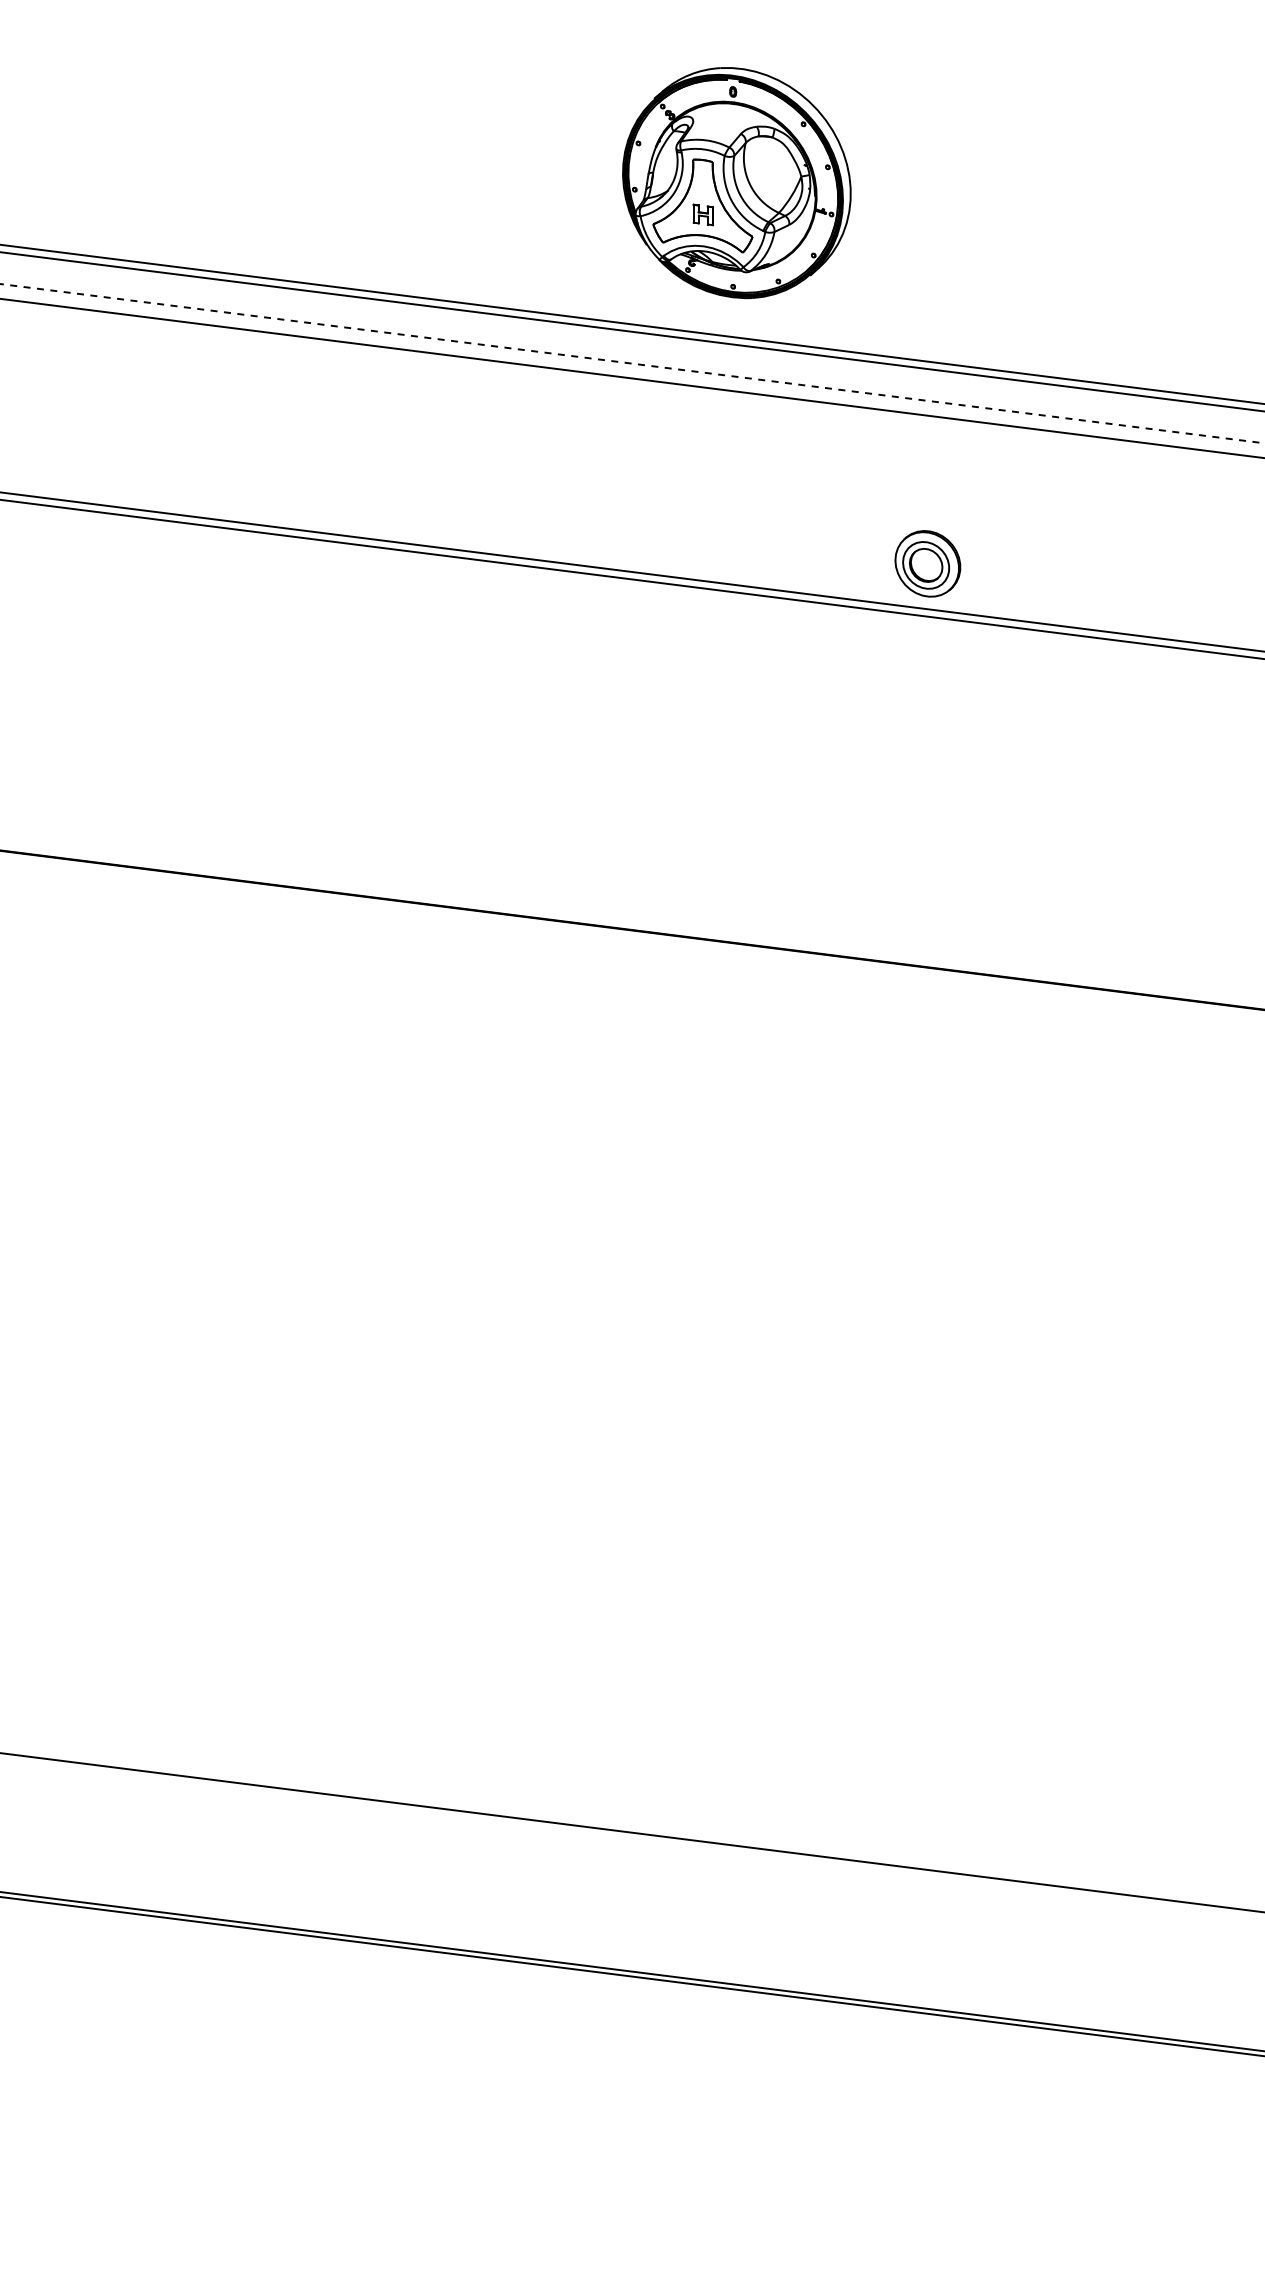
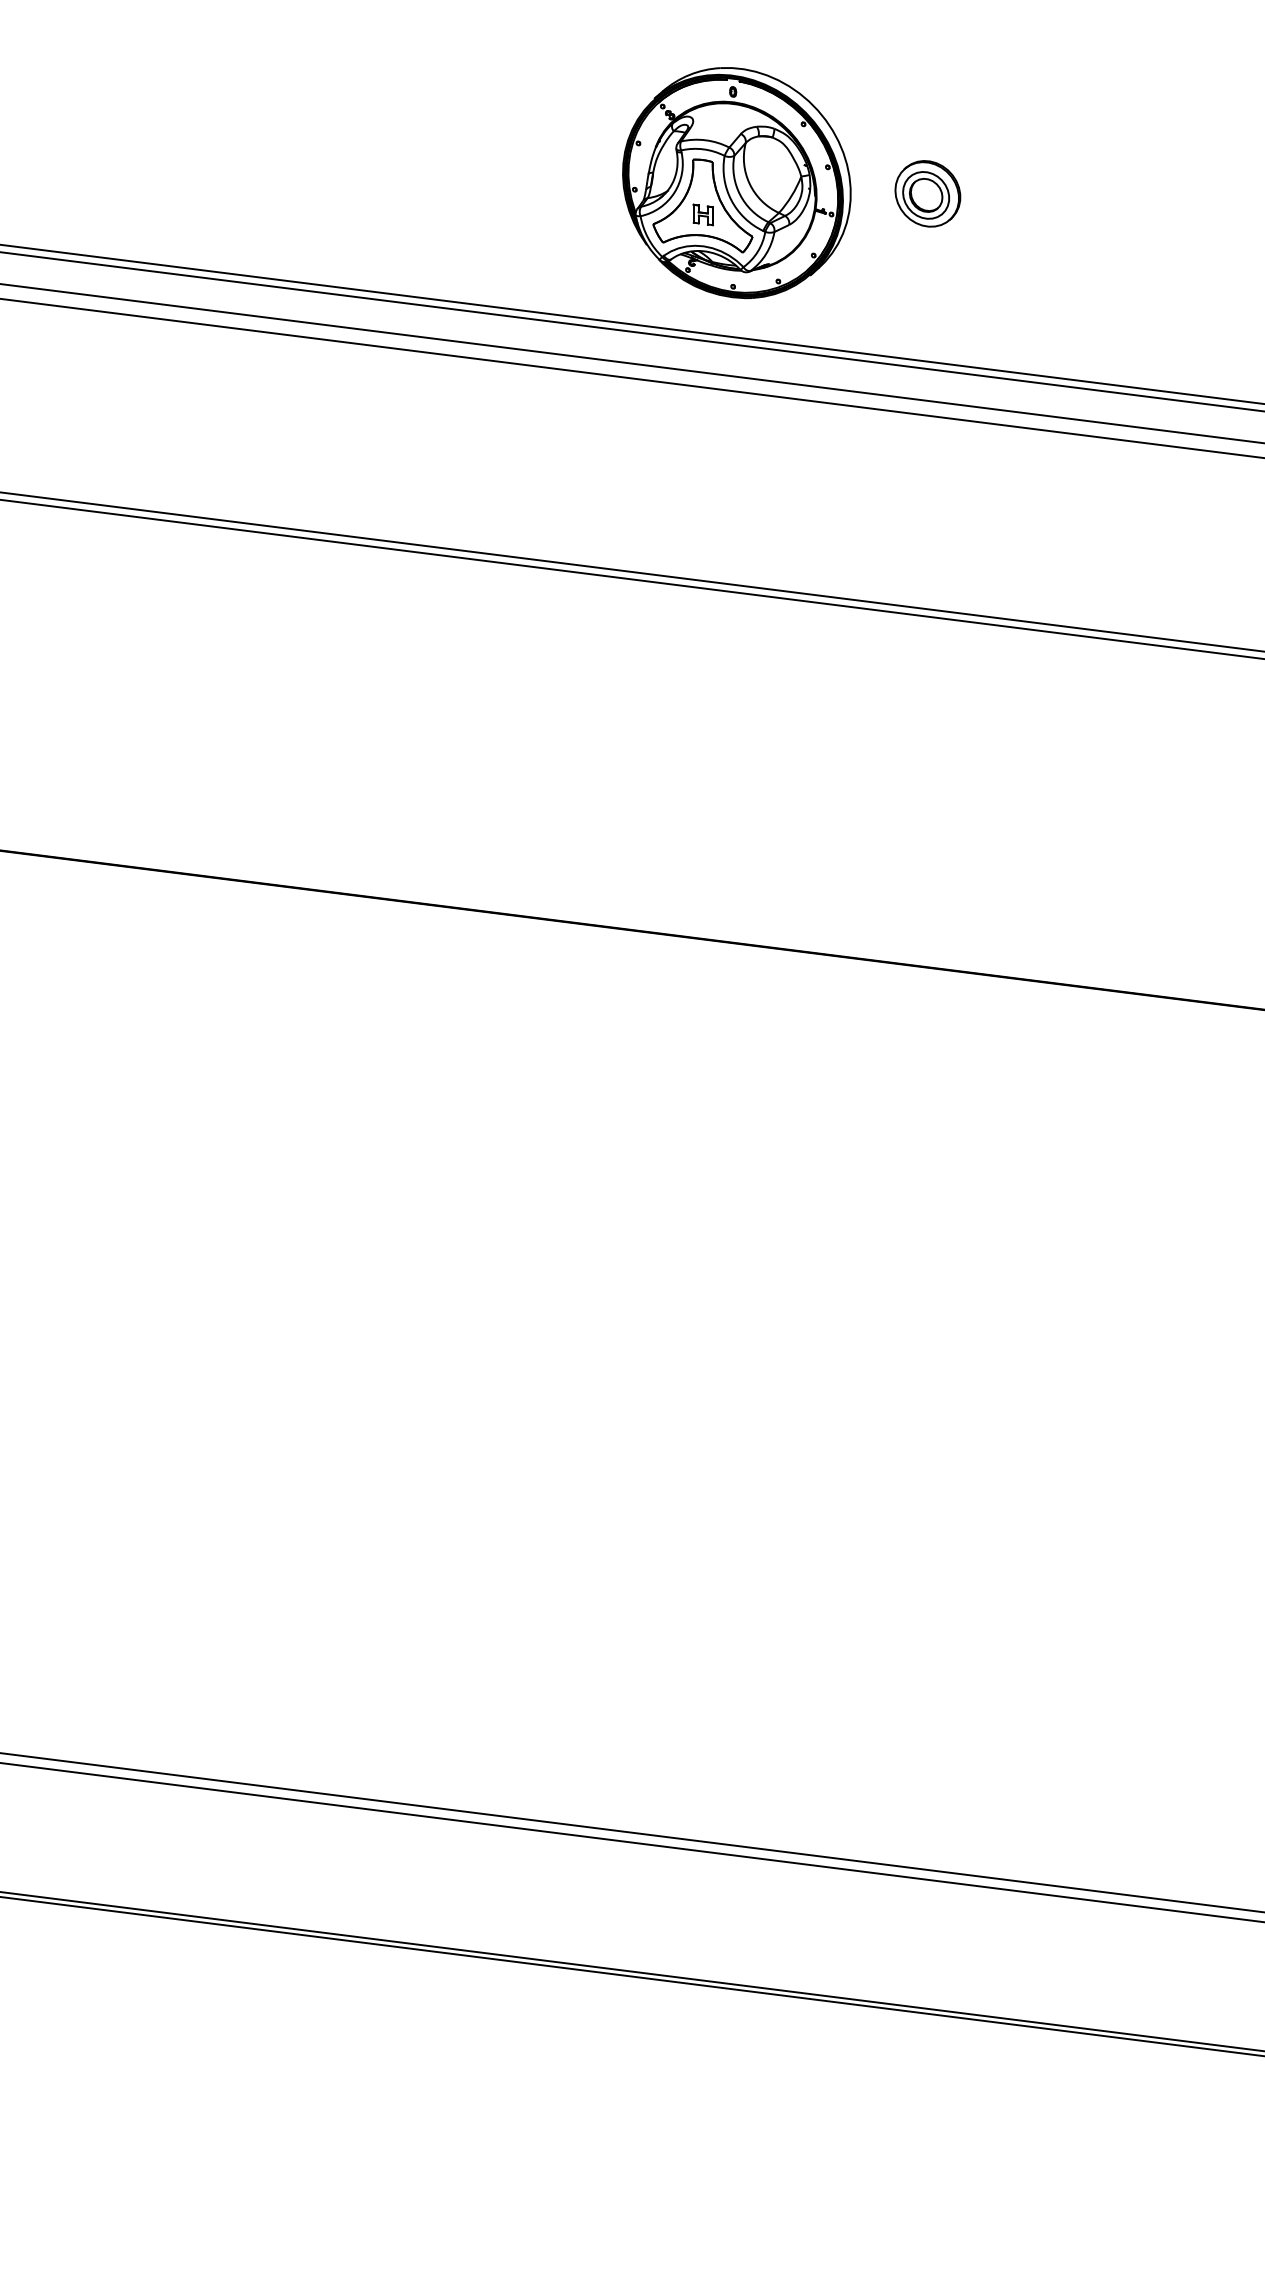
line at (632, 363): dashed -> solid
part at (927, 563) position: (927, 563) -> (927, 193)
line at (631, 1842): none -> present
